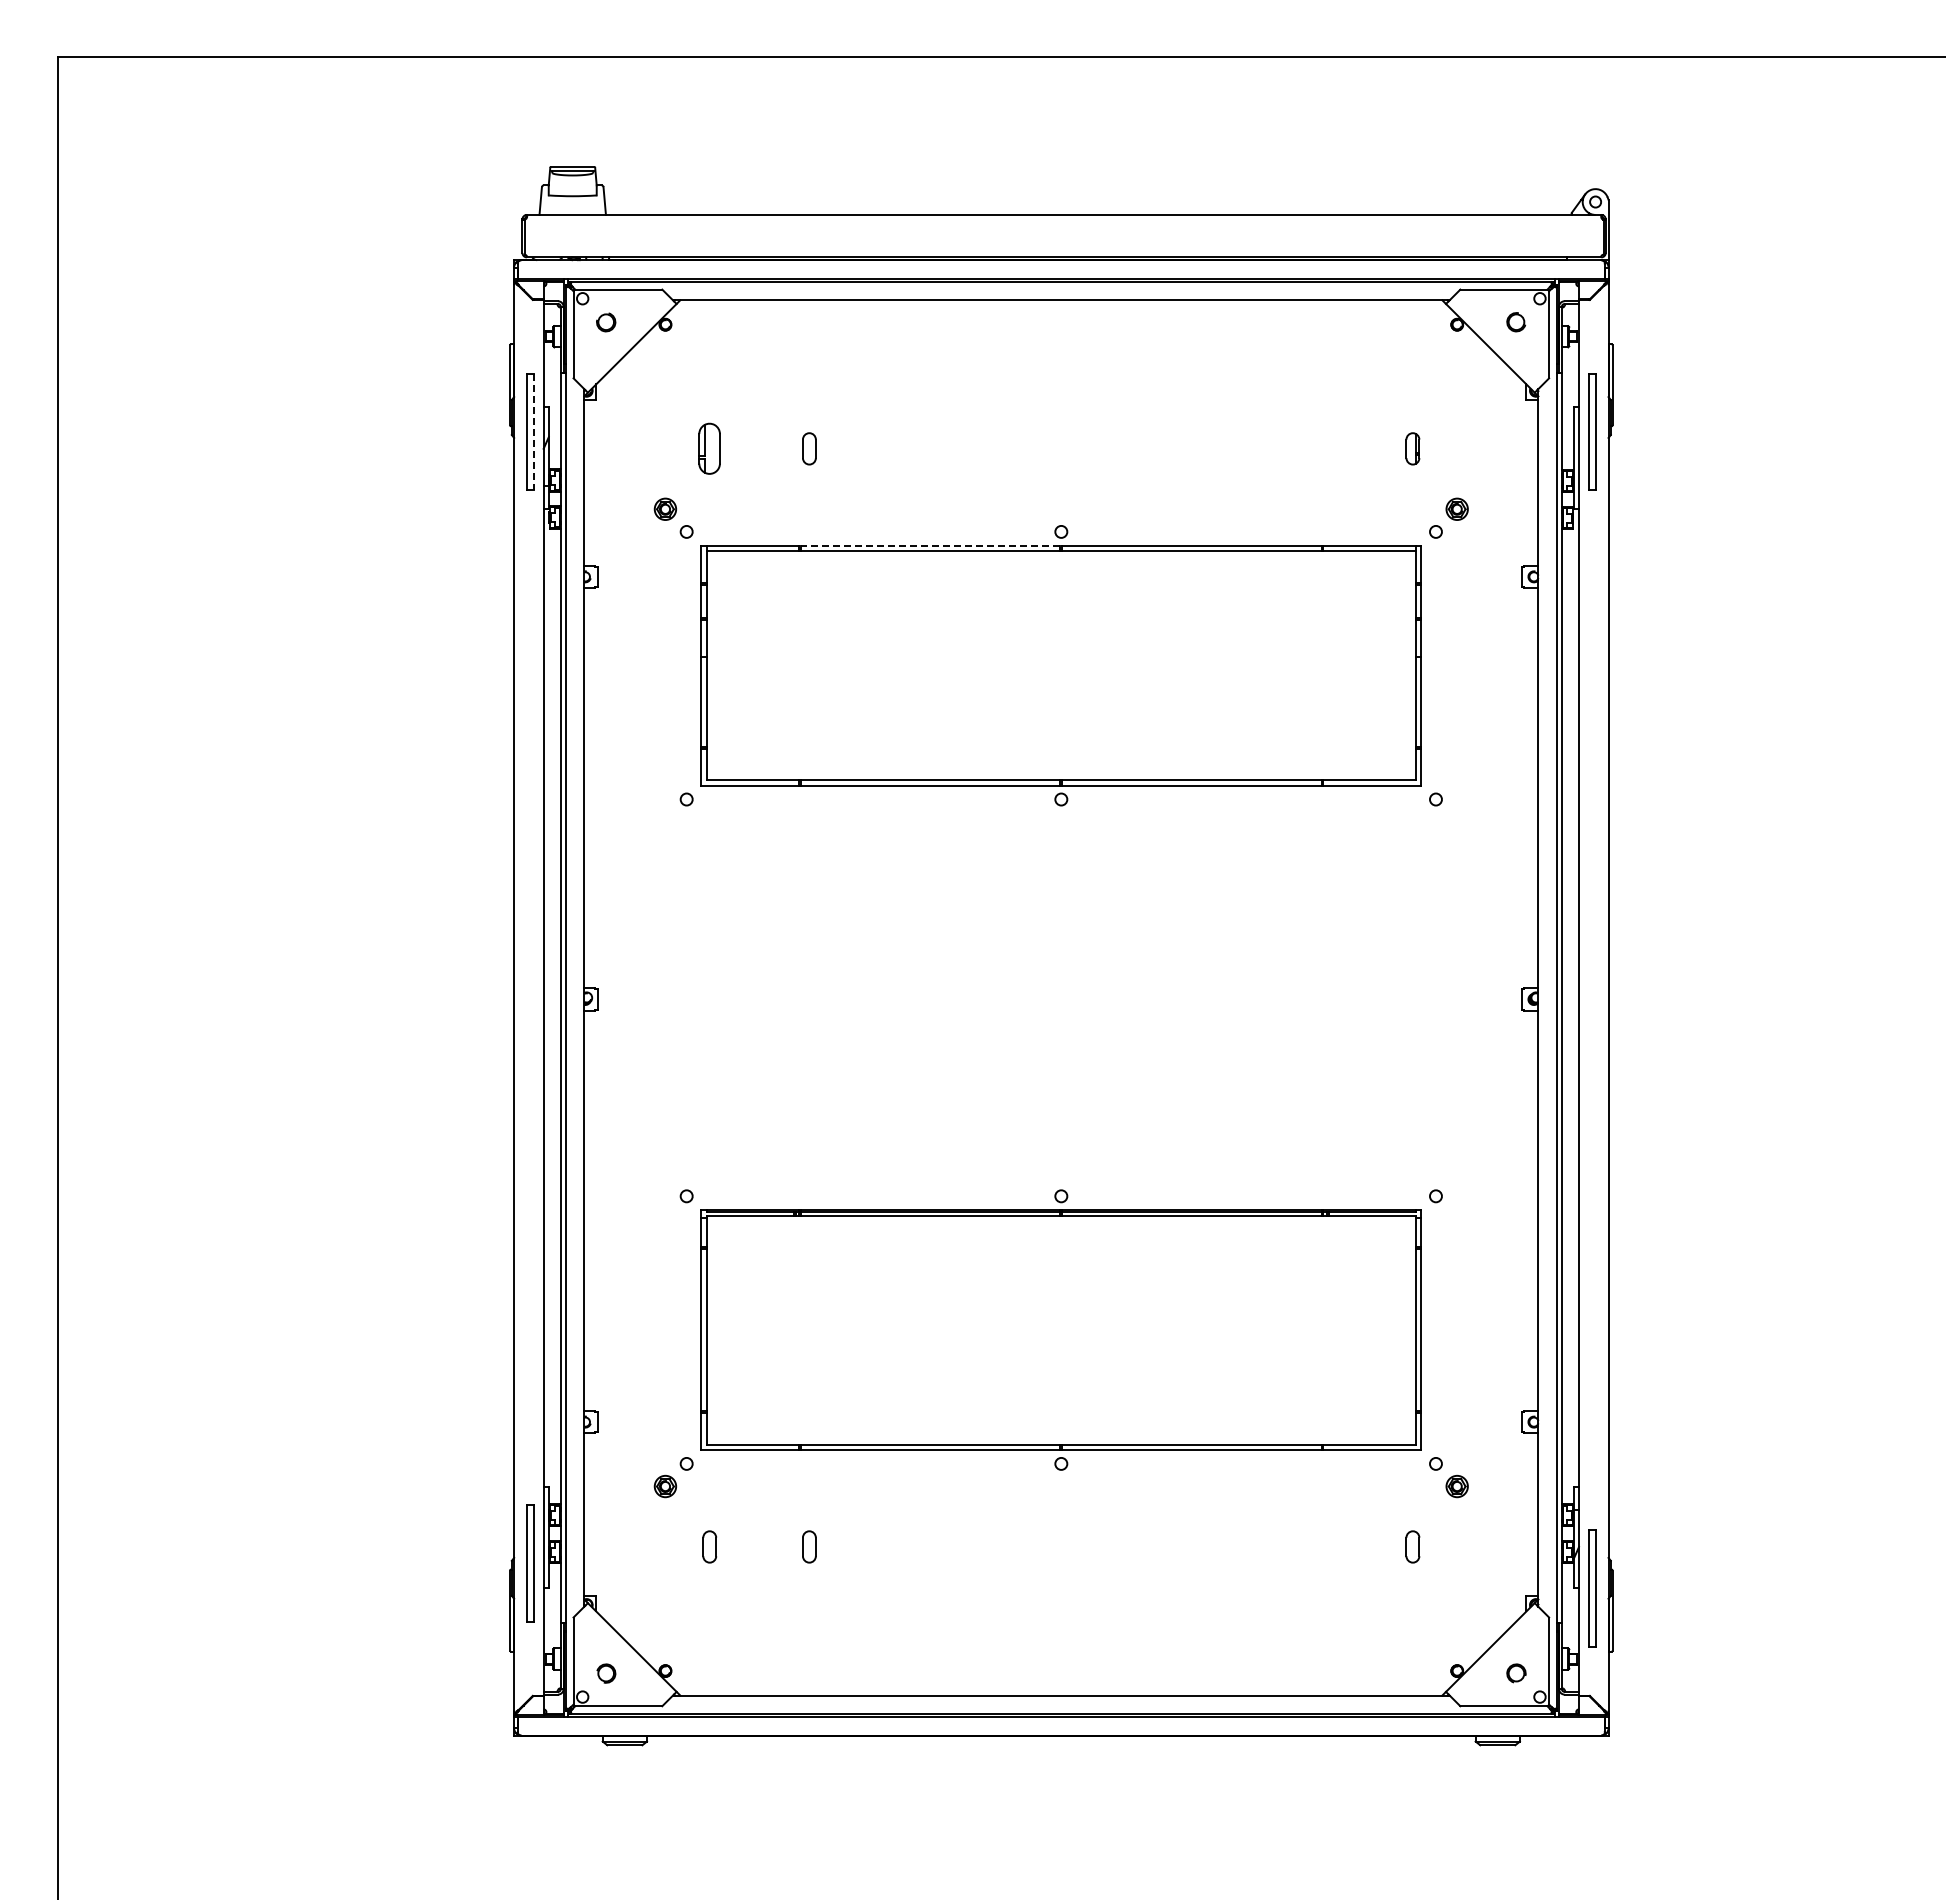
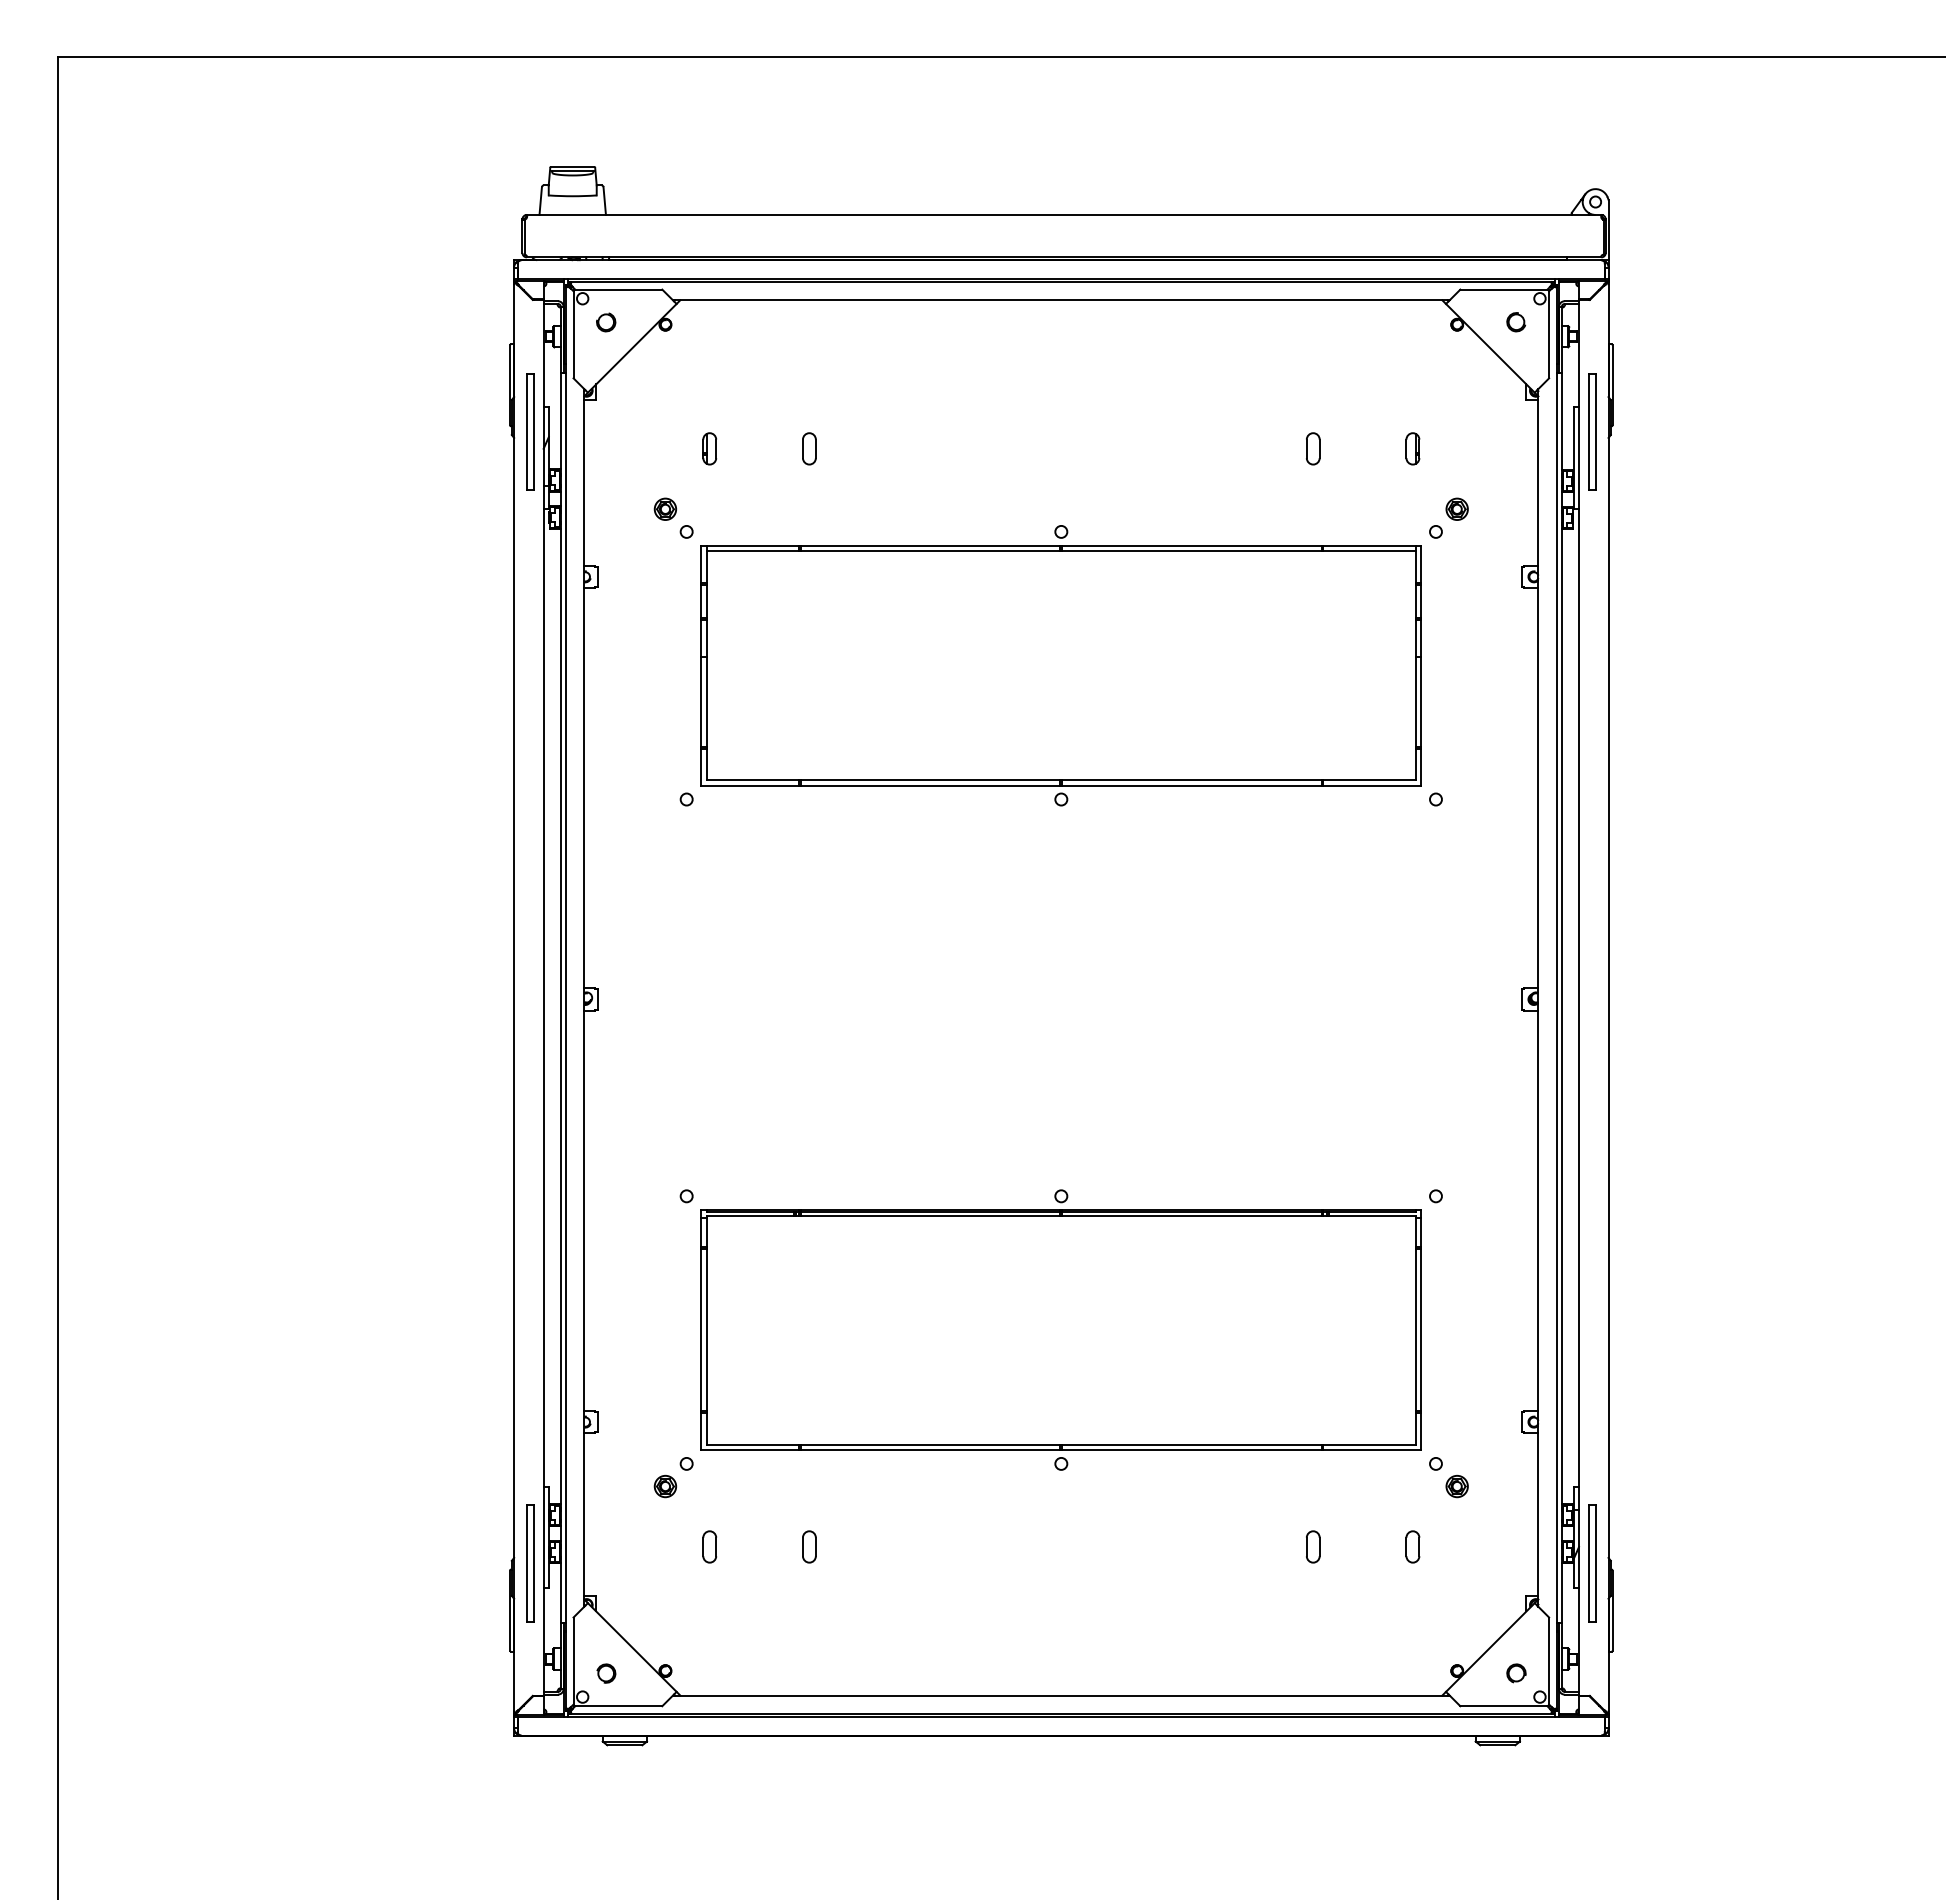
line at (533, 432): dashed -> solid
part at (709, 448) size: 23x53 px -> 16x34 px
part at (1313, 448): none -> present
line at (930, 545): dashed -> solid
part at (1313, 1546): none -> present
part at (1592, 1588) position: (1592, 1588) -> (1592, 1563)
